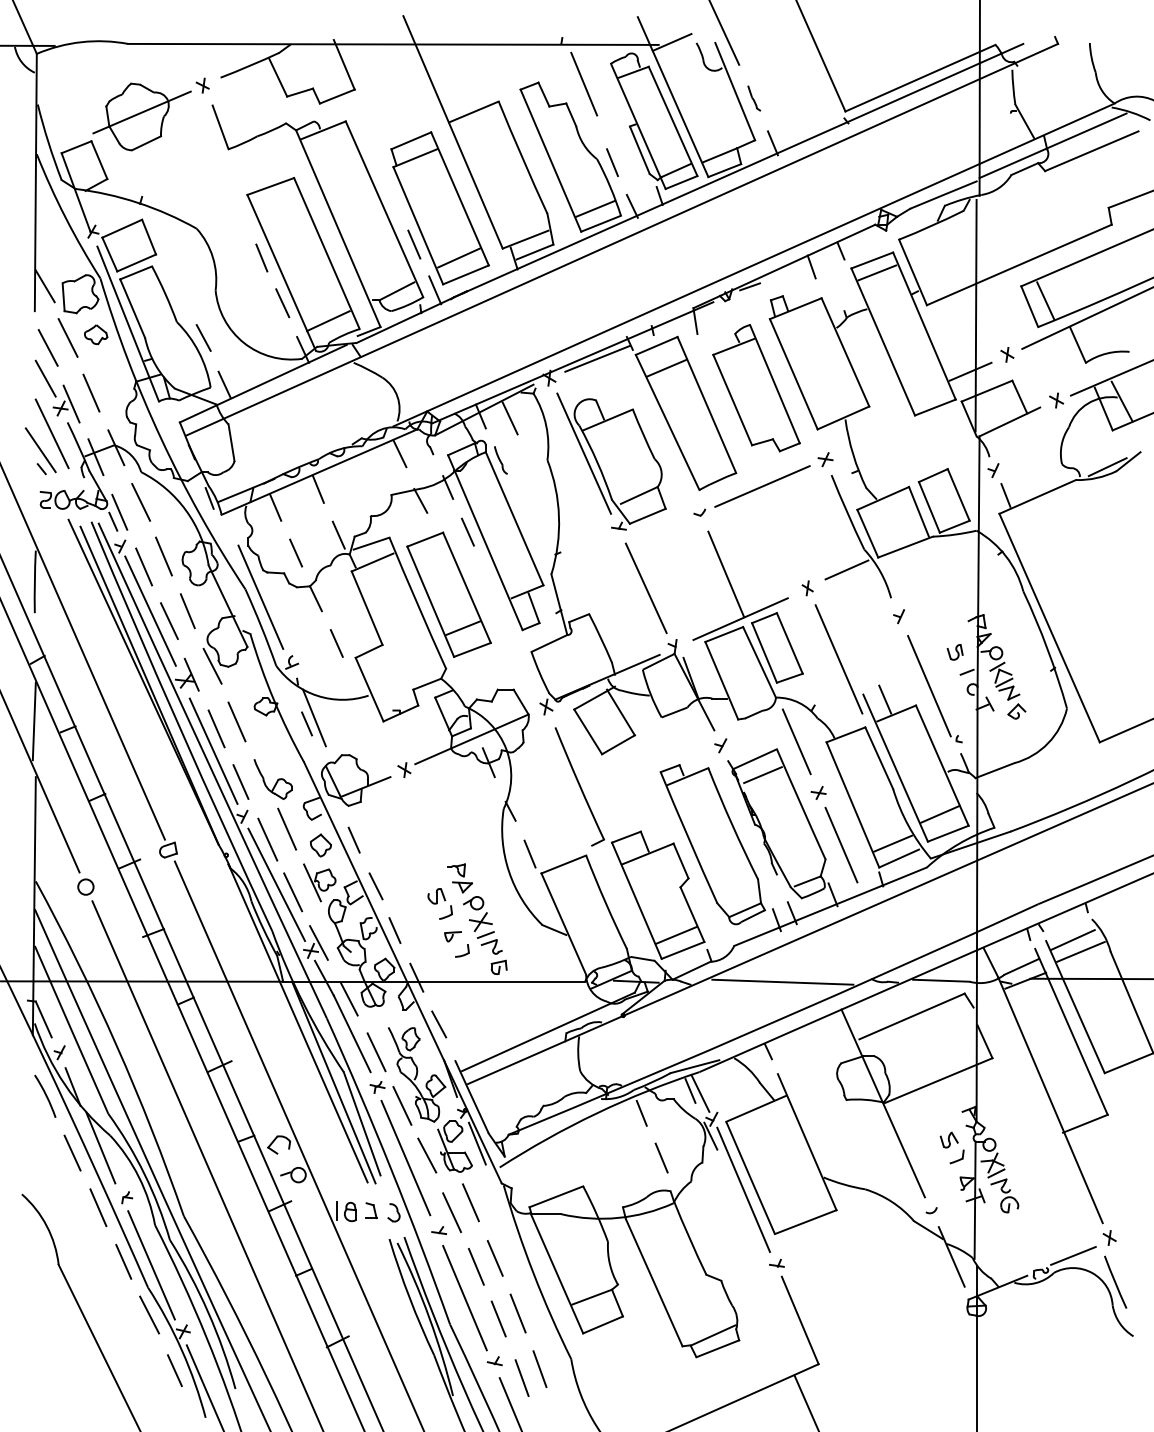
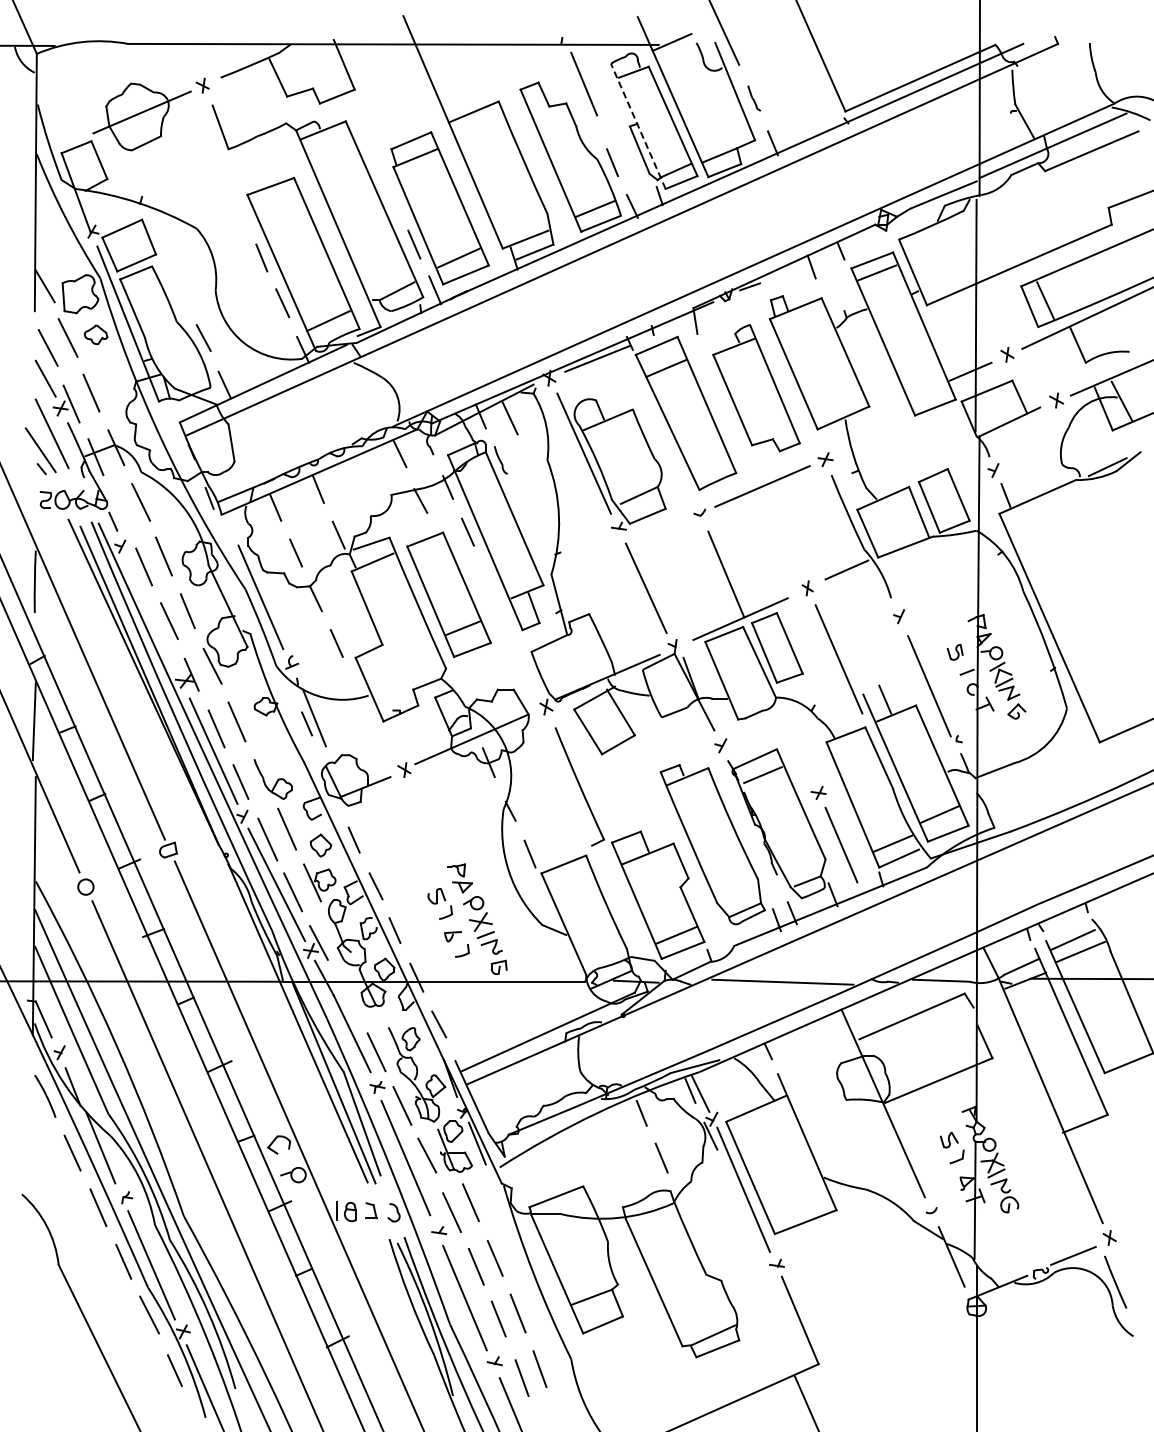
line at (638, 125): solid -> dashed
line at (119, 511): present -> none
line at (150, 610): present -> none
line at (796, 741): present -> none
line at (348, 998): present -> none
